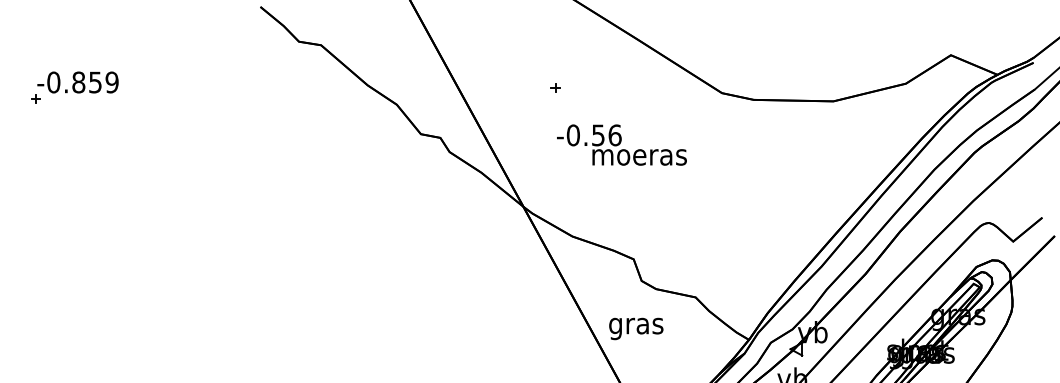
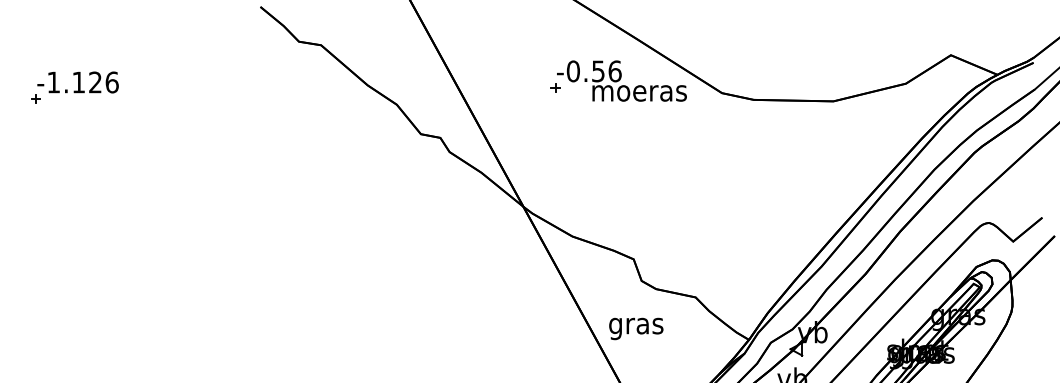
text at (82, 82): -0.859 -> -1.126
text at (621, 144) position: (621, 144) -> (621, 80)
